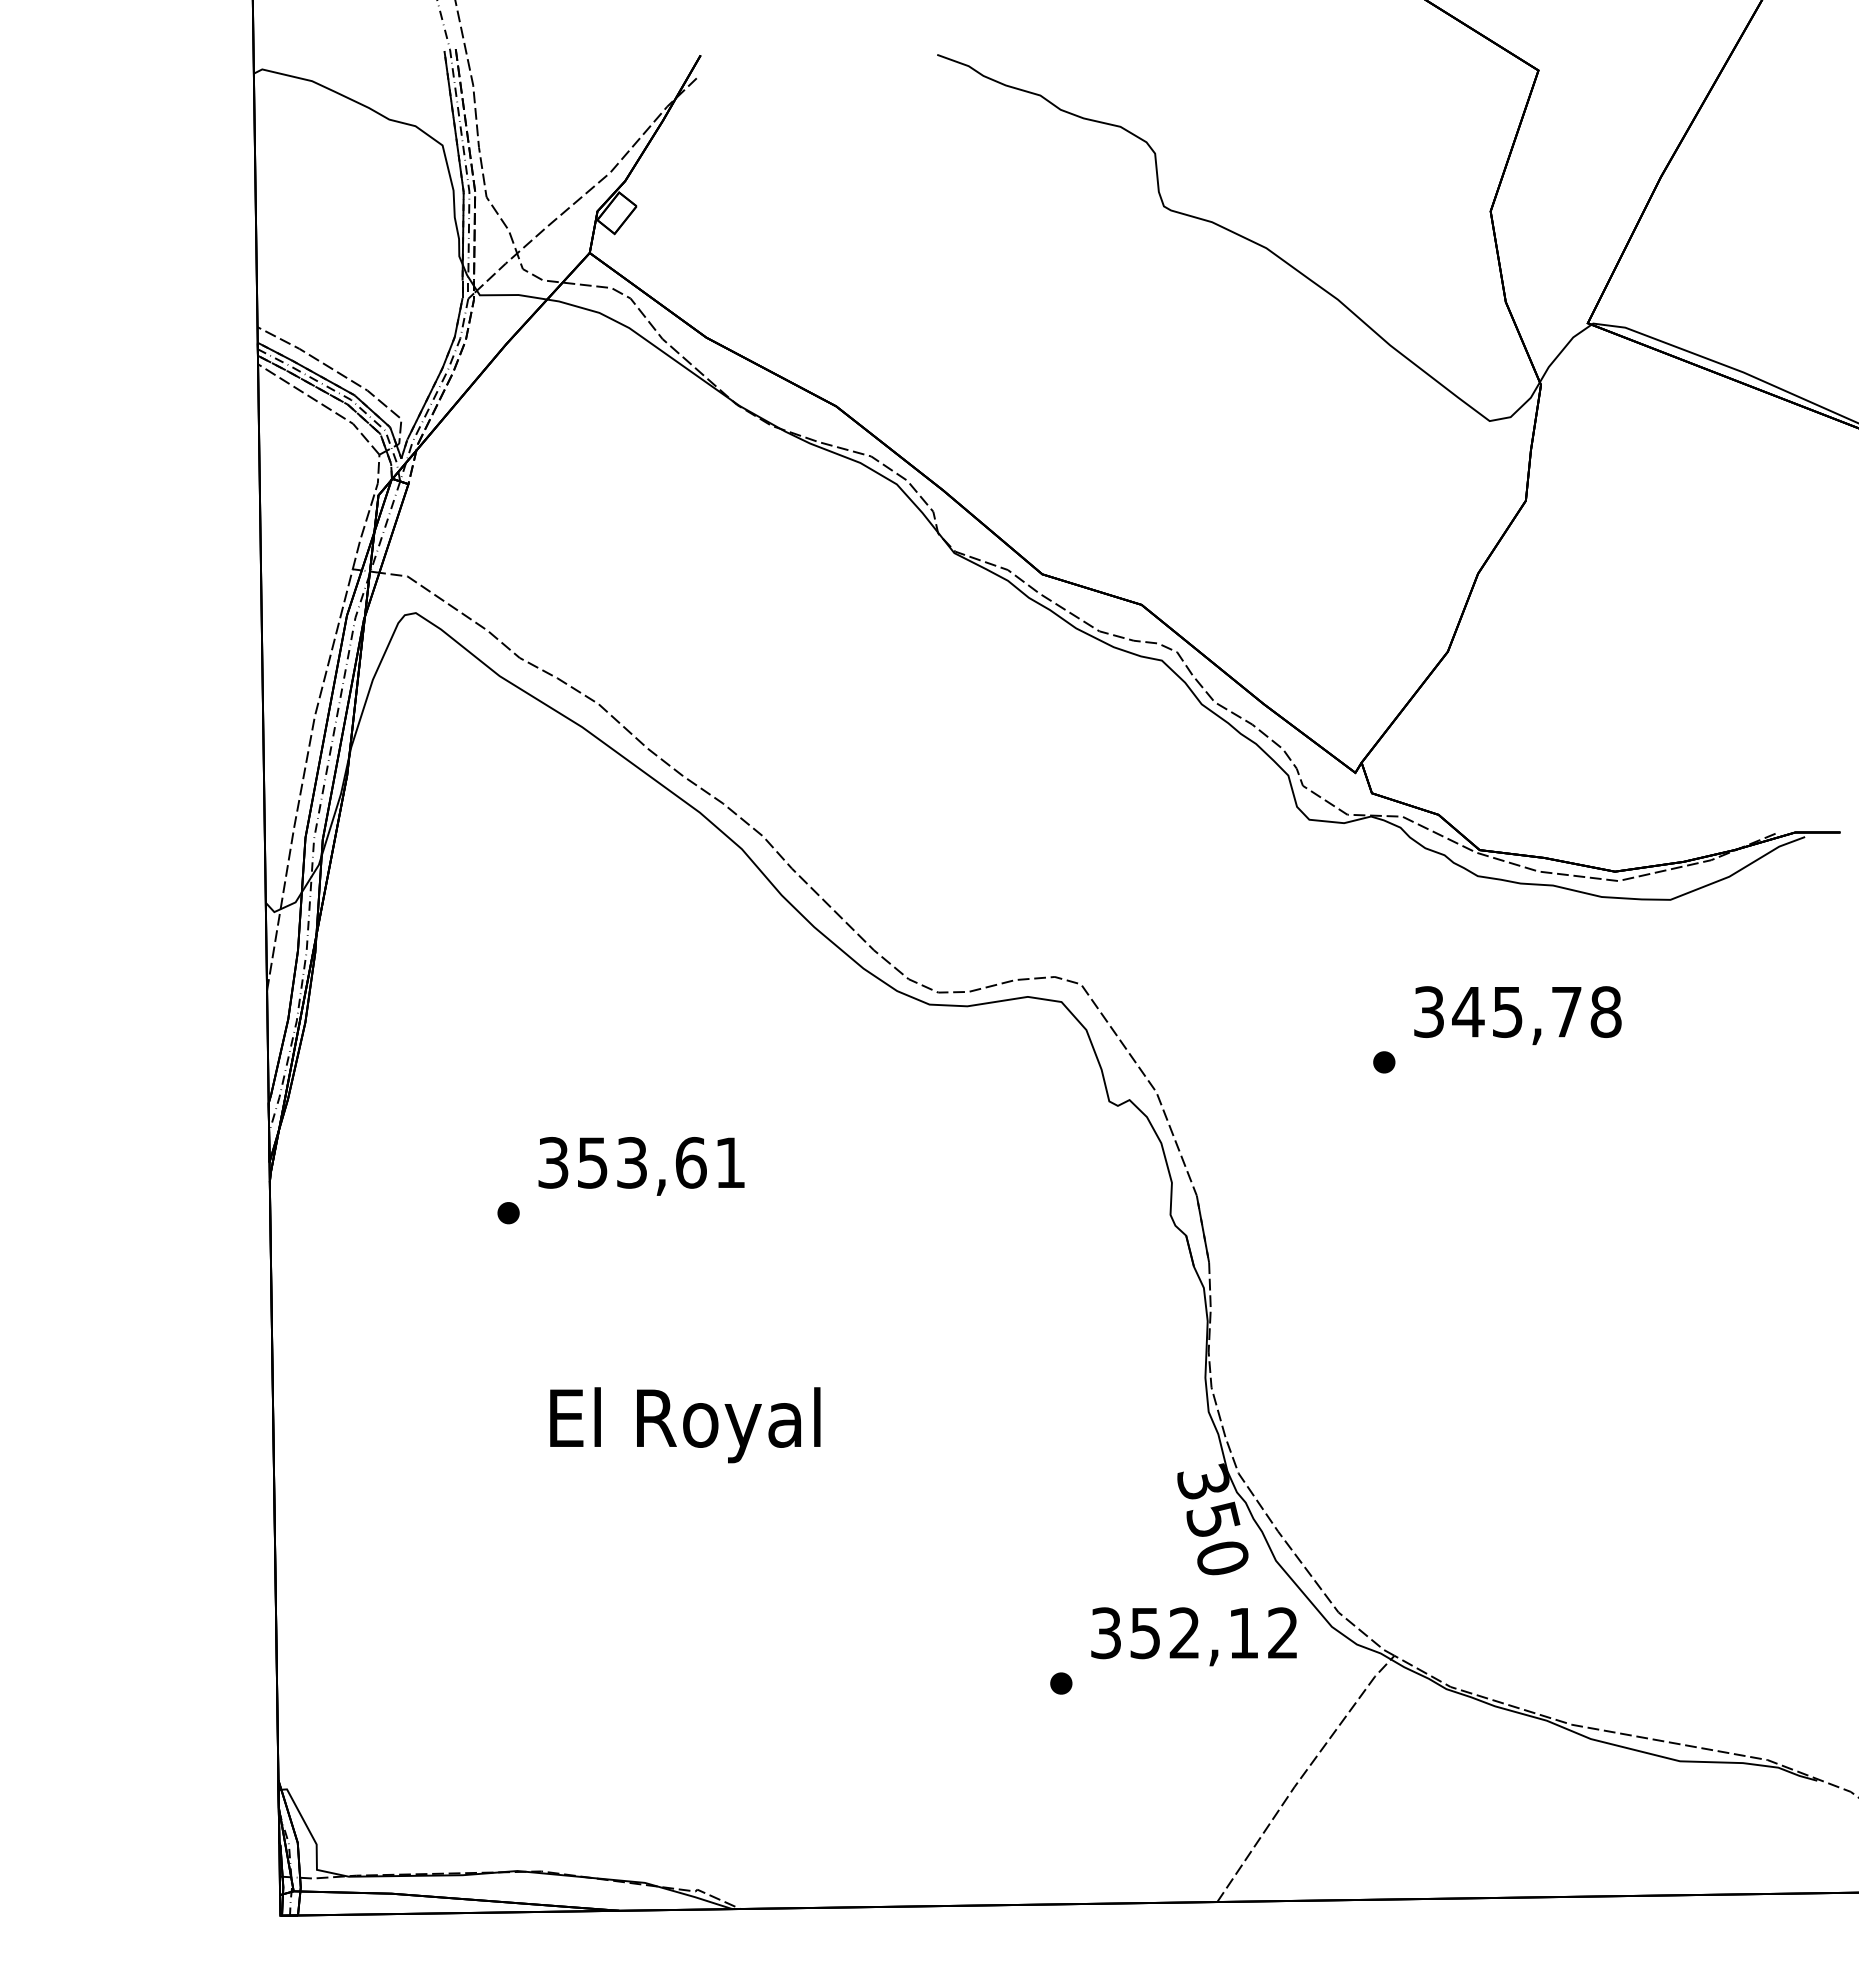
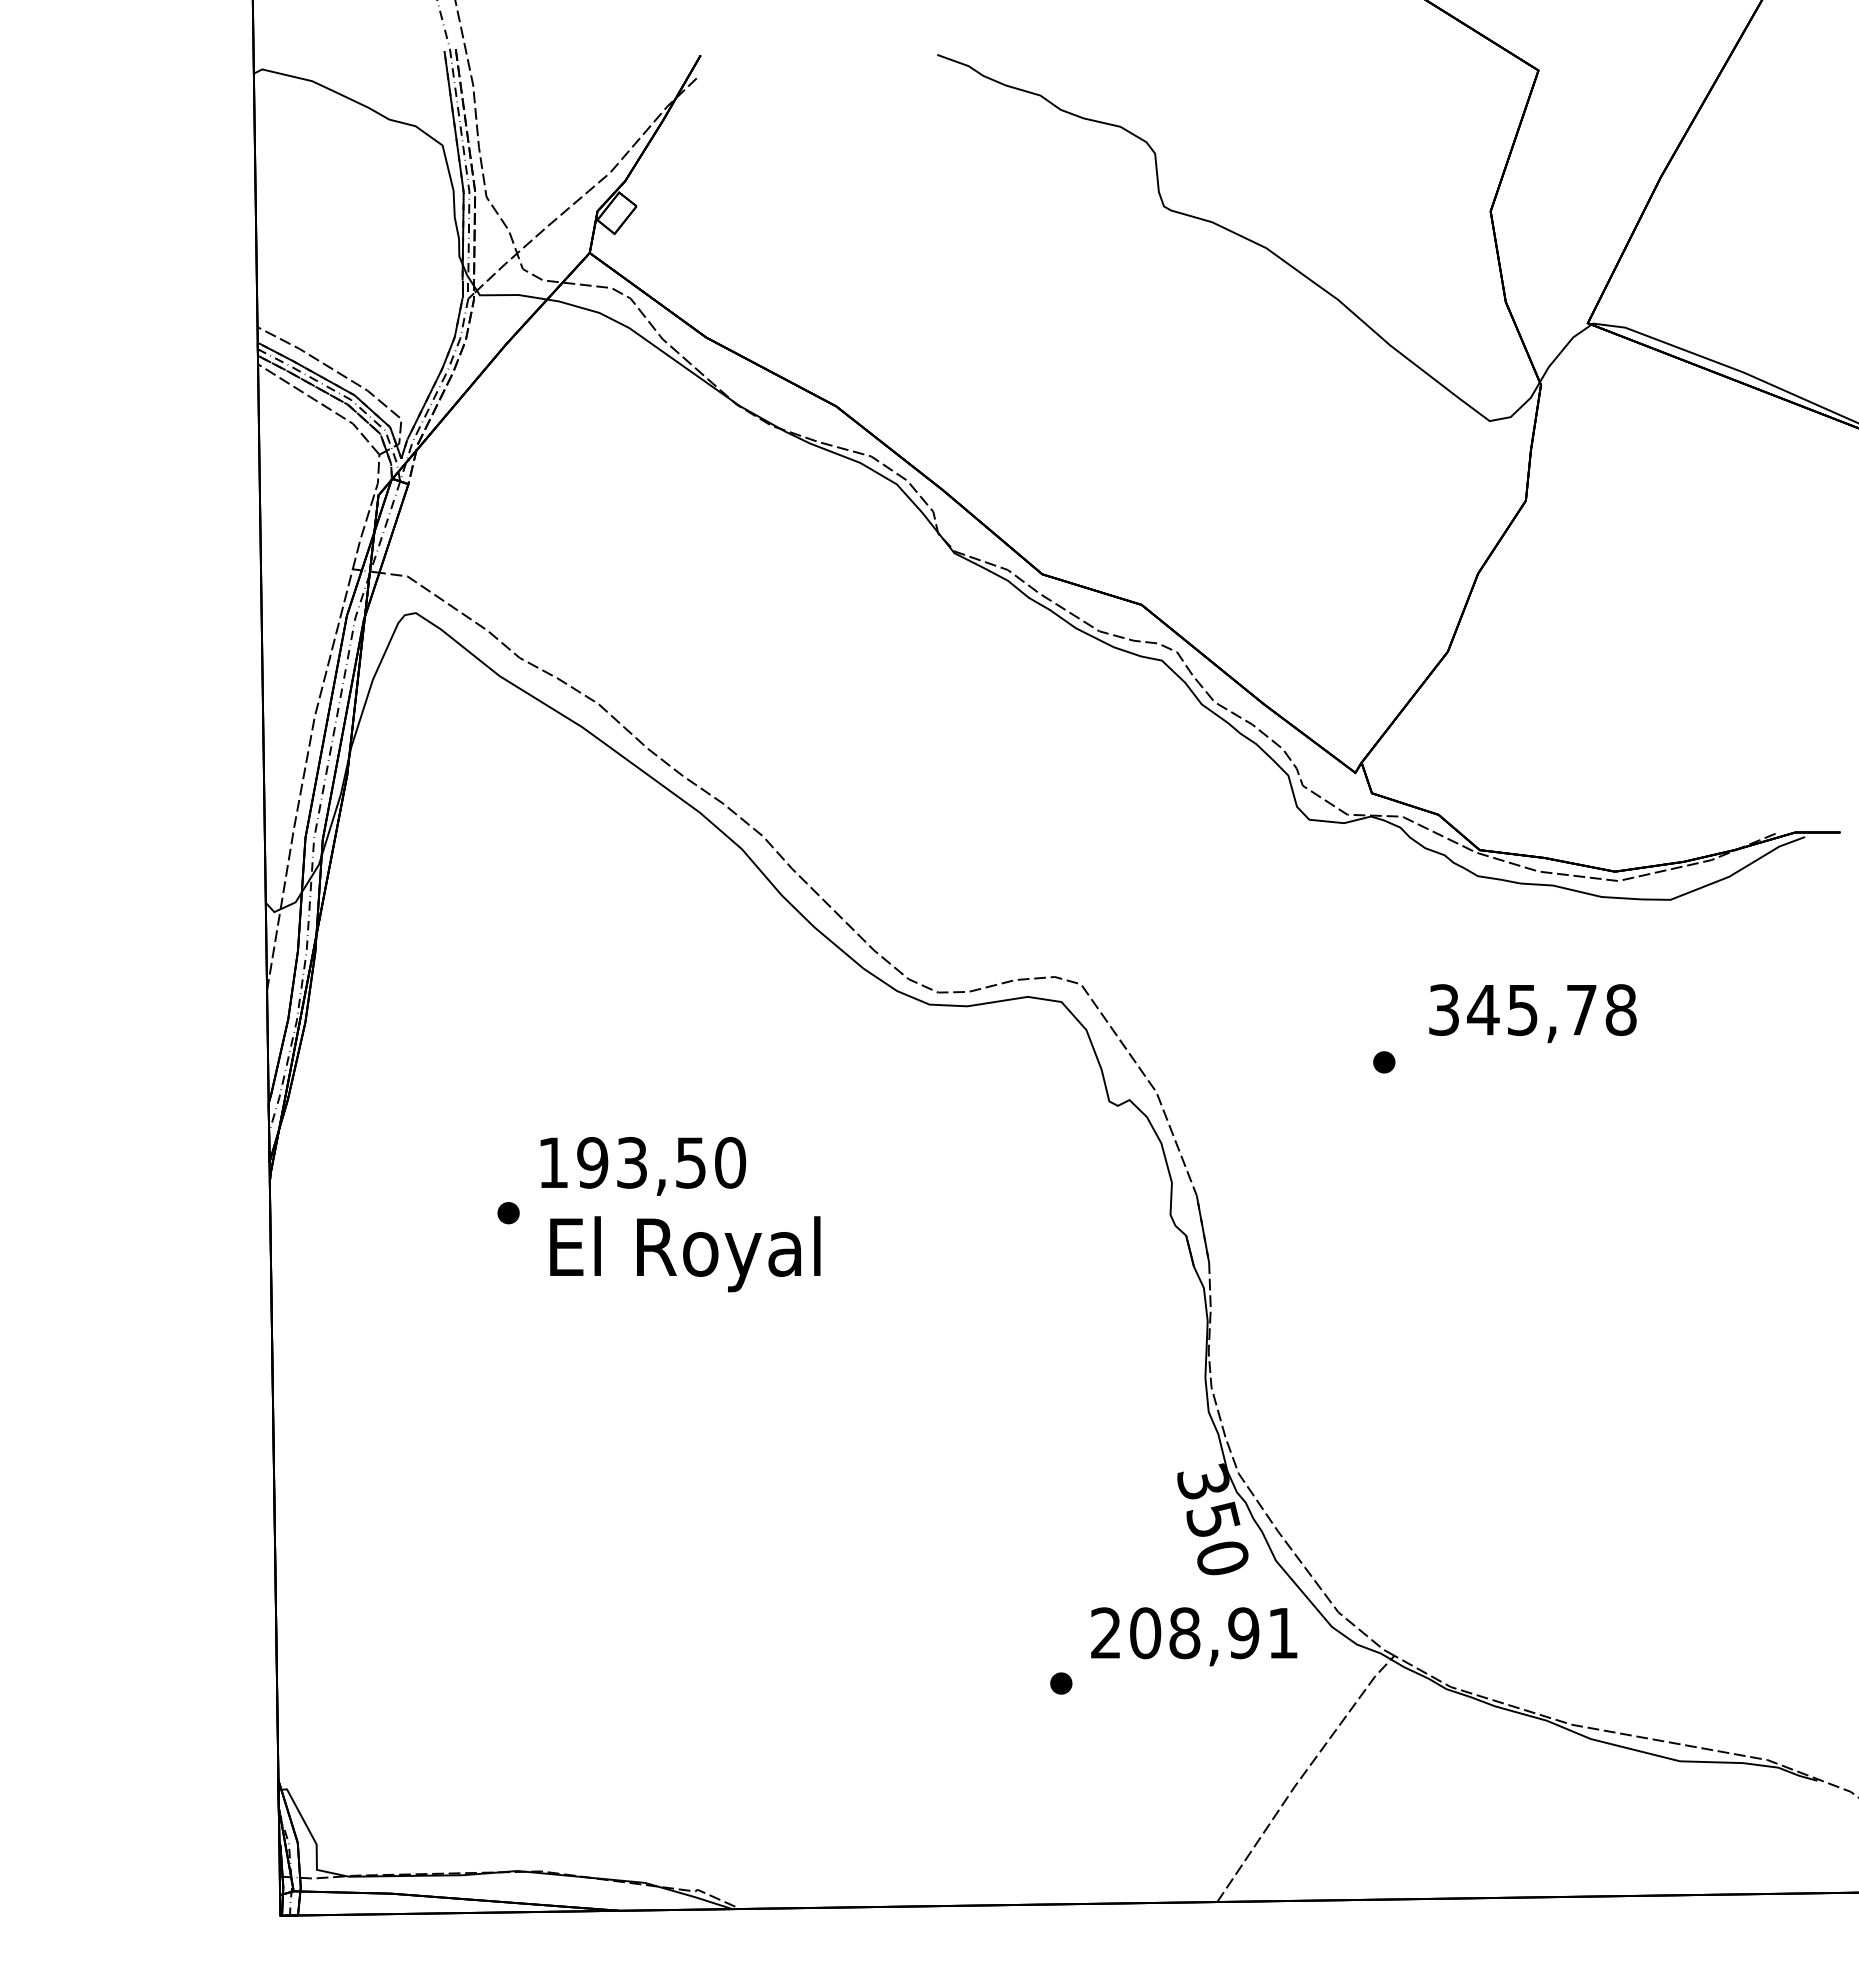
text at (1517, 1015) position: (1517, 1015) -> (1532, 1013)
text at (642, 1162): 353,61 -> 193,50
text at (685, 1425) position: (685, 1425) -> (685, 1254)
text at (1194, 1633): 352,12 -> 208,91
